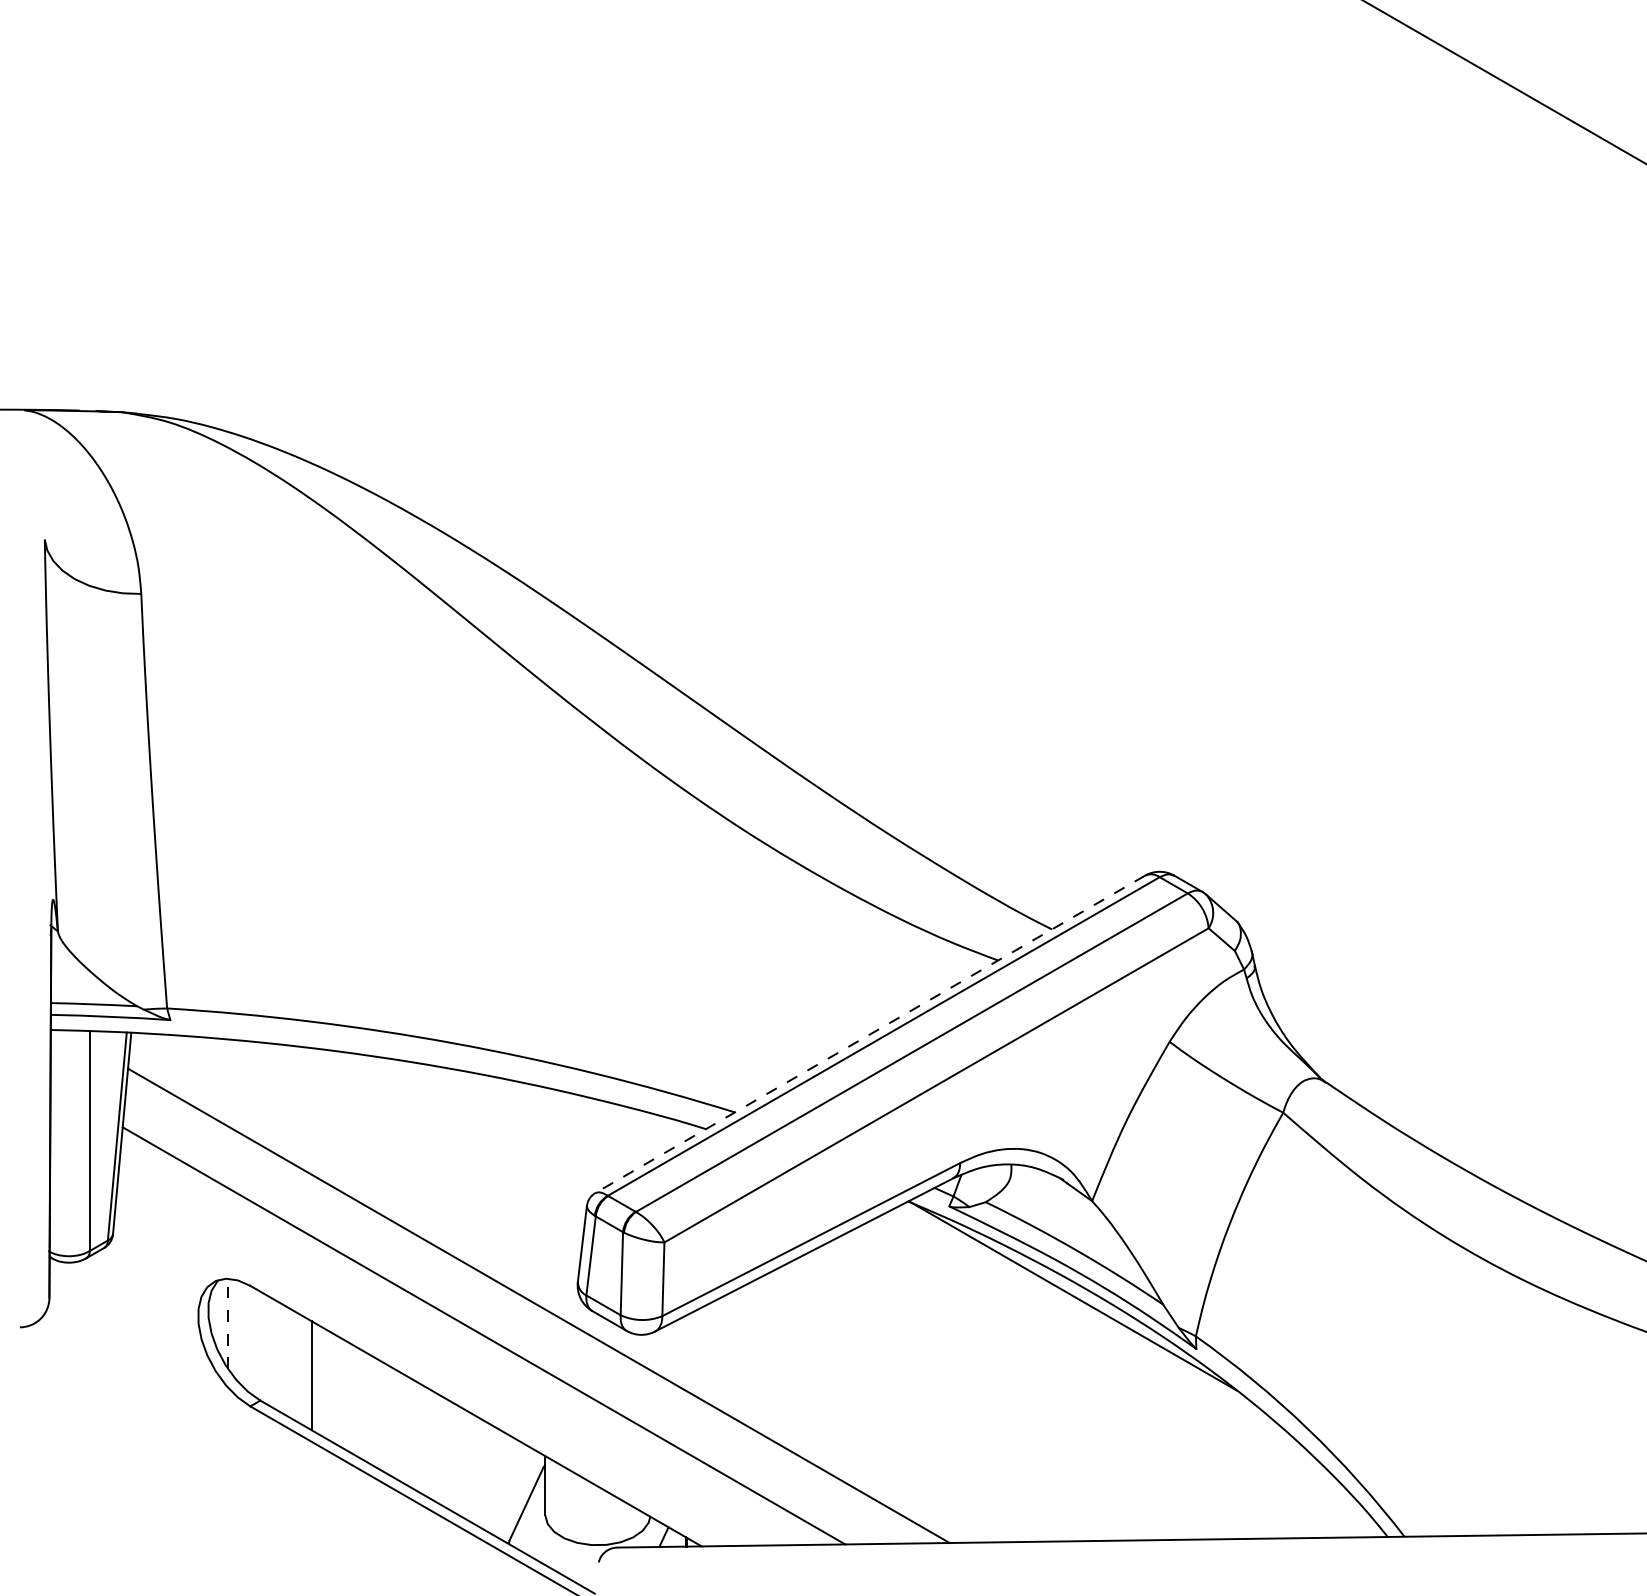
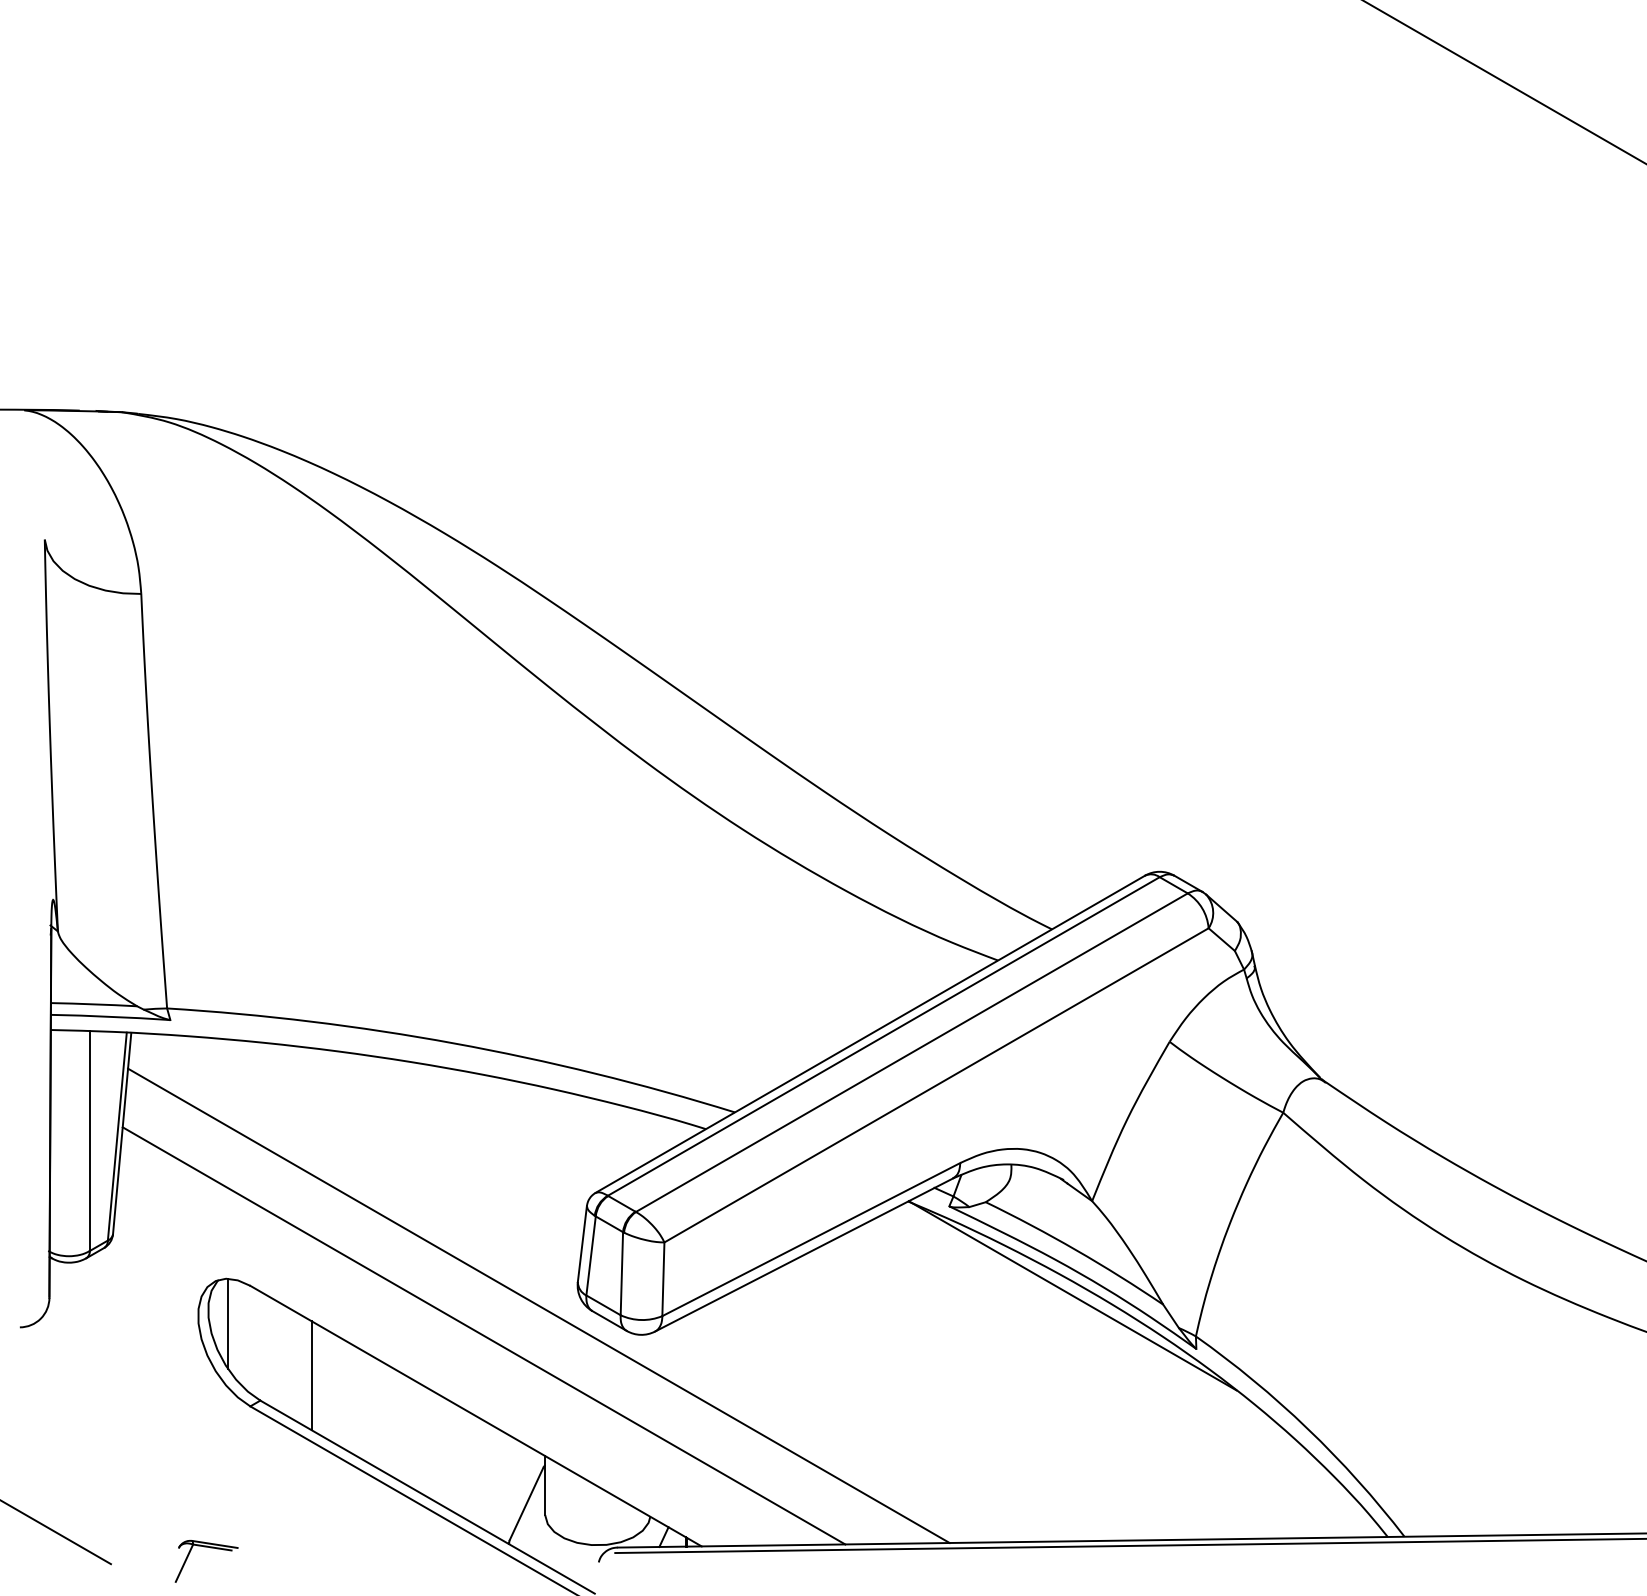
line at (869, 1034): dashed -> solid
line at (228, 1323): dashed -> solid
line at (56, 1532): none -> present
line at (1129, 1545): none -> present
part at (210, 1548): none -> present
